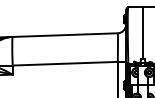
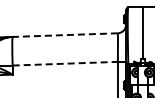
line at (65, 35): solid -> dashed
line at (65, 63): solid -> dashed
